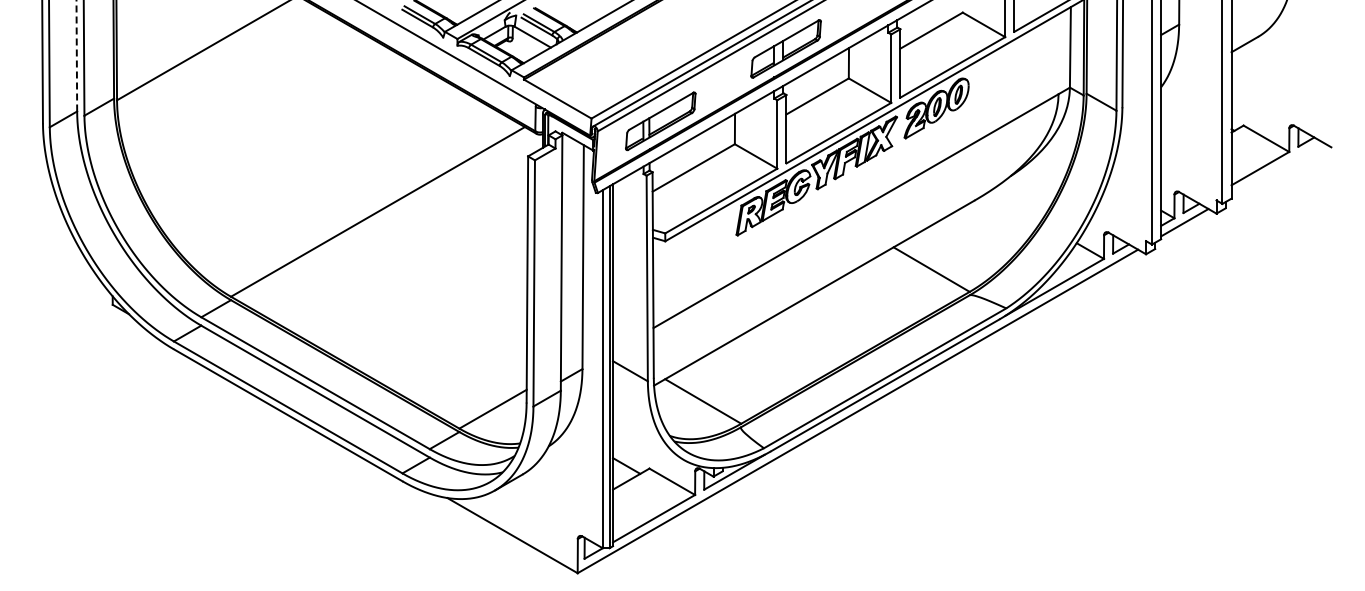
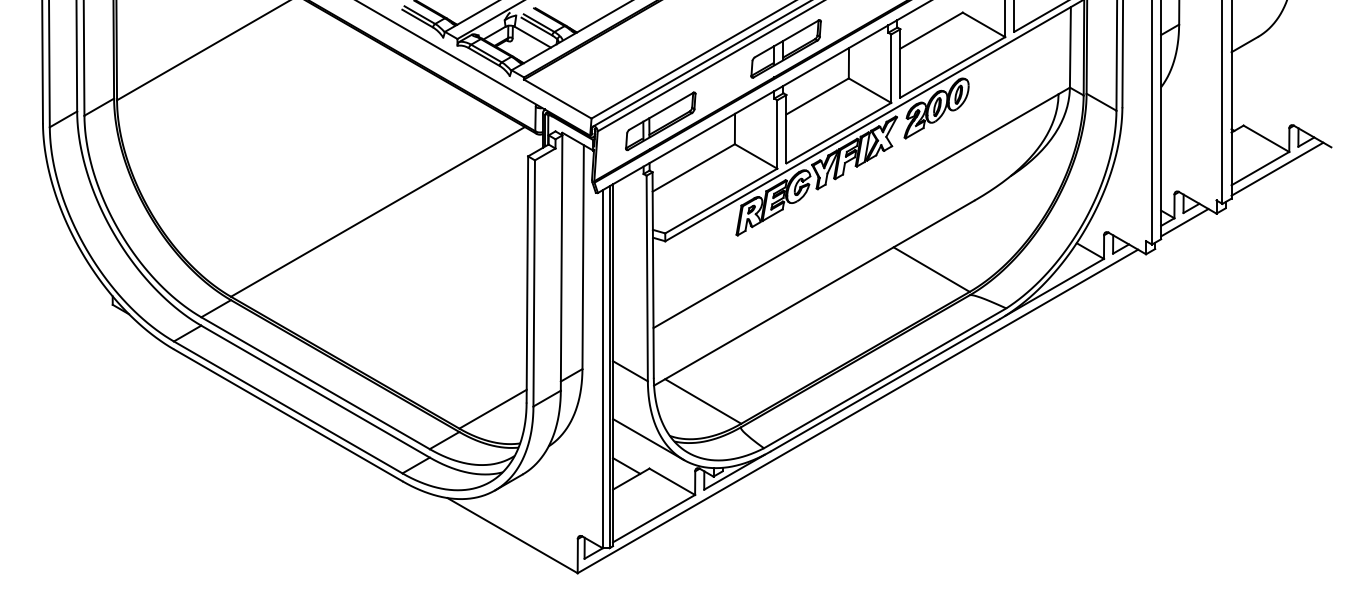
line at (76, 55): dashed -> solid
line at (1277, 168): none -> present
line at (648, 439): none -> present
